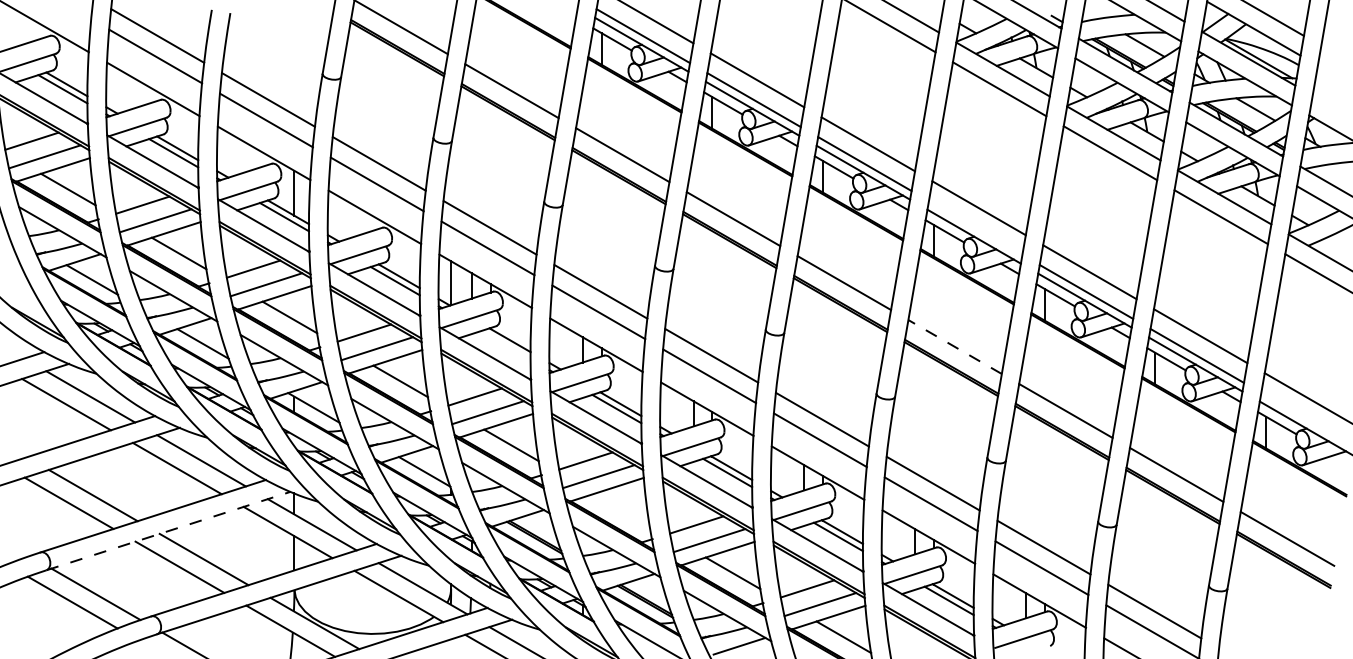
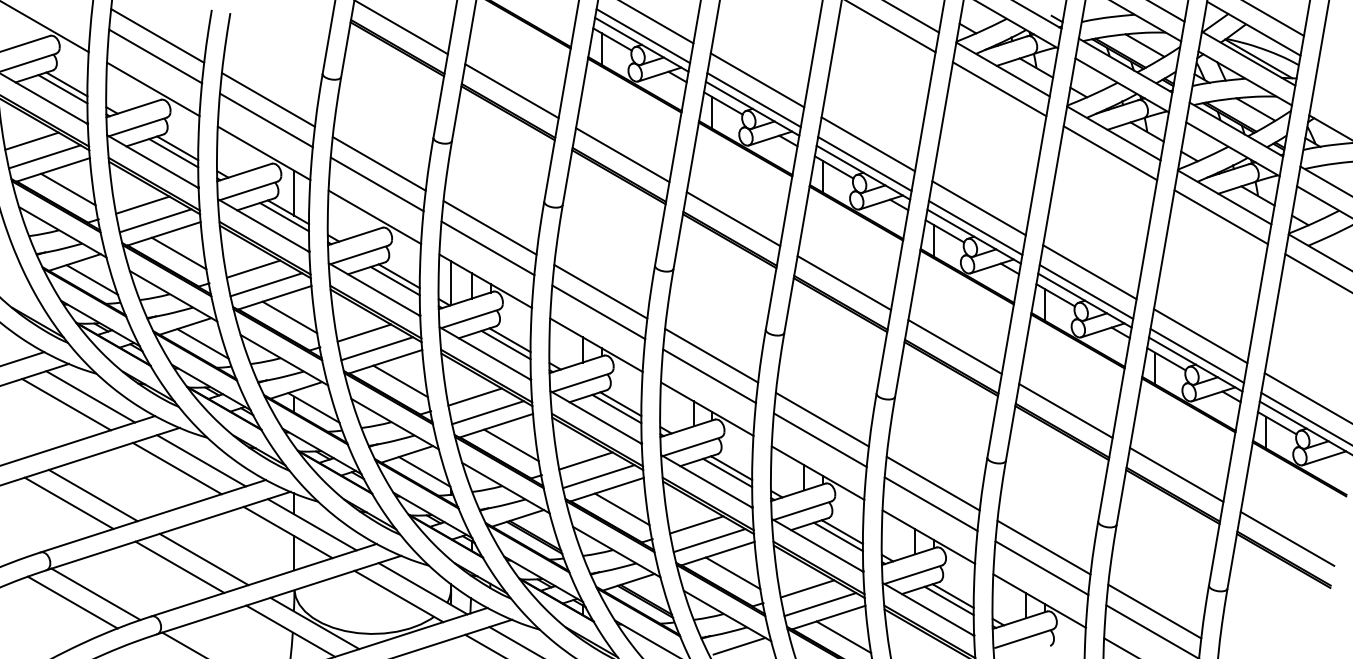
line at (975, 227): none -> present
line at (505, 344): none -> present
line at (955, 347): dashed -> solid
line at (1305, 417): none -> present
line at (622, 509): none -> present
line at (169, 530): dashed -> solid
